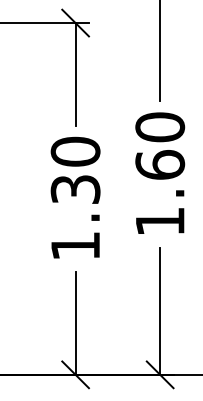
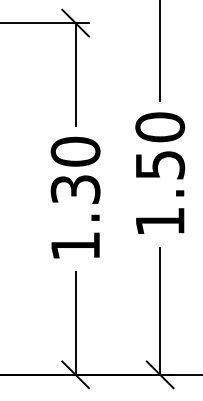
text at (160, 164): 1.60 -> 1.50
